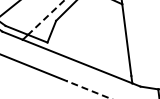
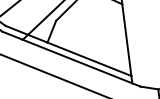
line at (46, 17): dashed -> solid
line at (89, 58): none -> present
line at (89, 90): dashed -> solid
